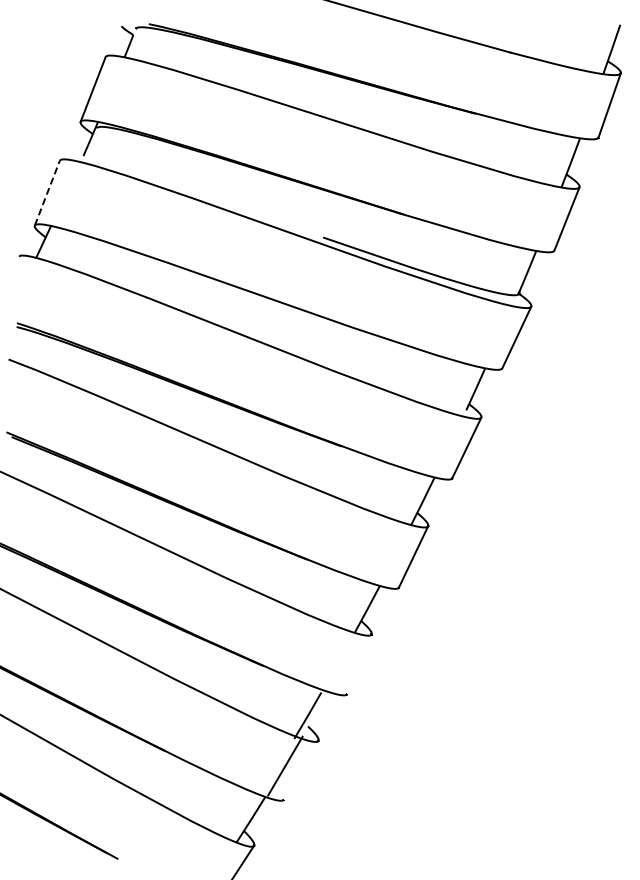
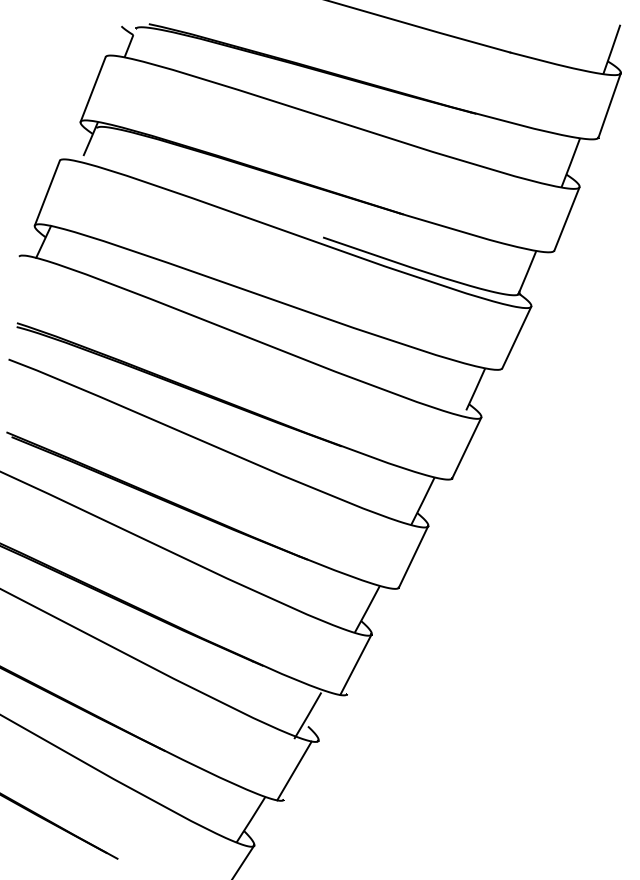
line at (47, 193): dashed -> solid
line at (355, 664): none -> present
line at (285, 765) position: (285, 765) -> (294, 770)
